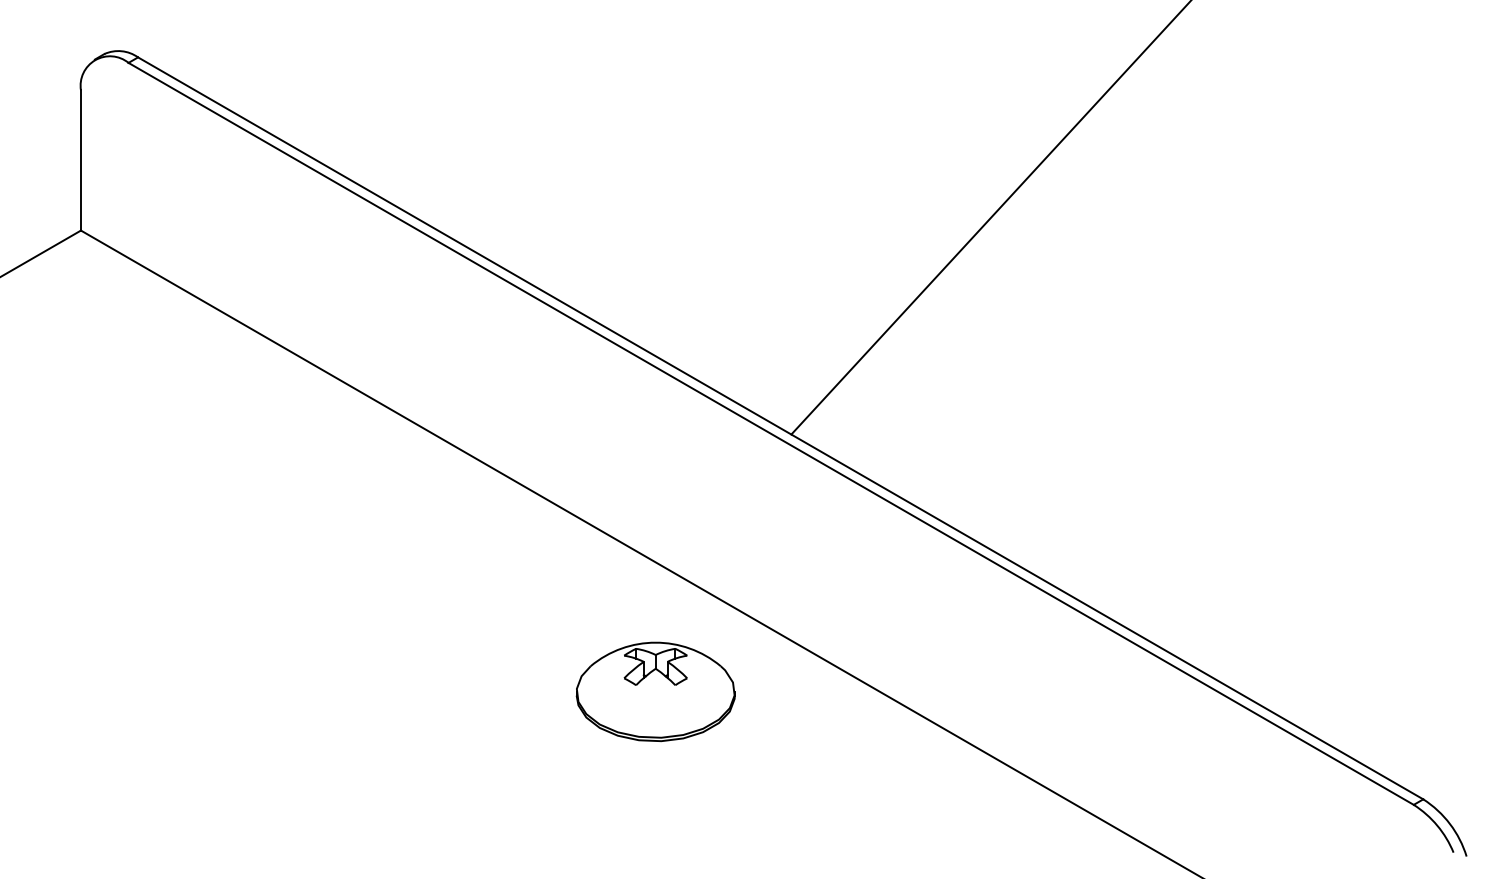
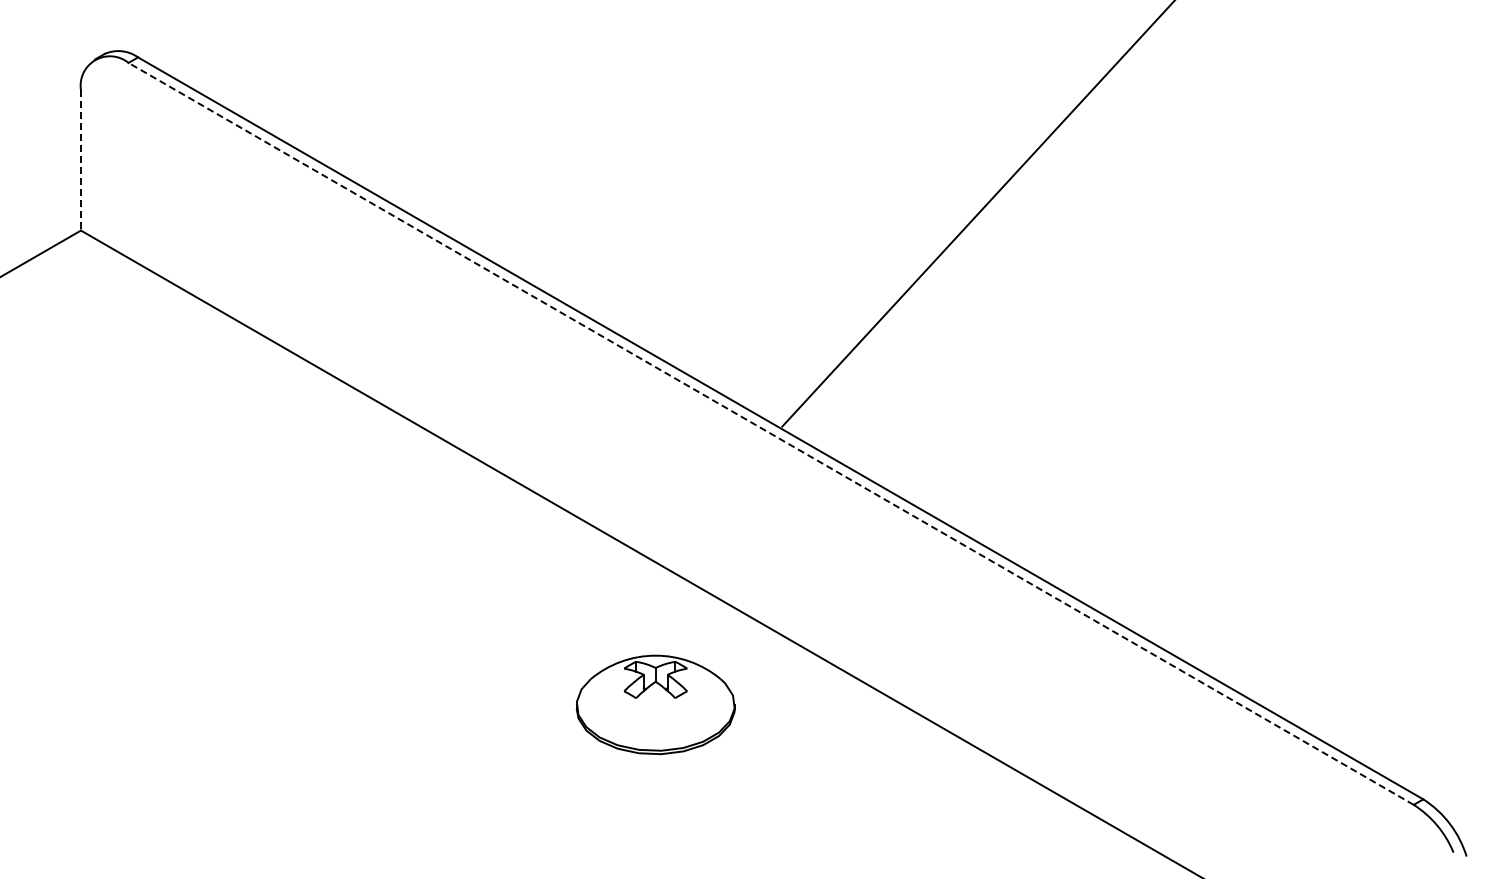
line at (80, 160): solid -> dashed
line at (990, 218) position: (990, 218) -> (977, 214)
line at (771, 433): solid -> dashed
part at (655, 691) position: (655, 691) -> (655, 704)
